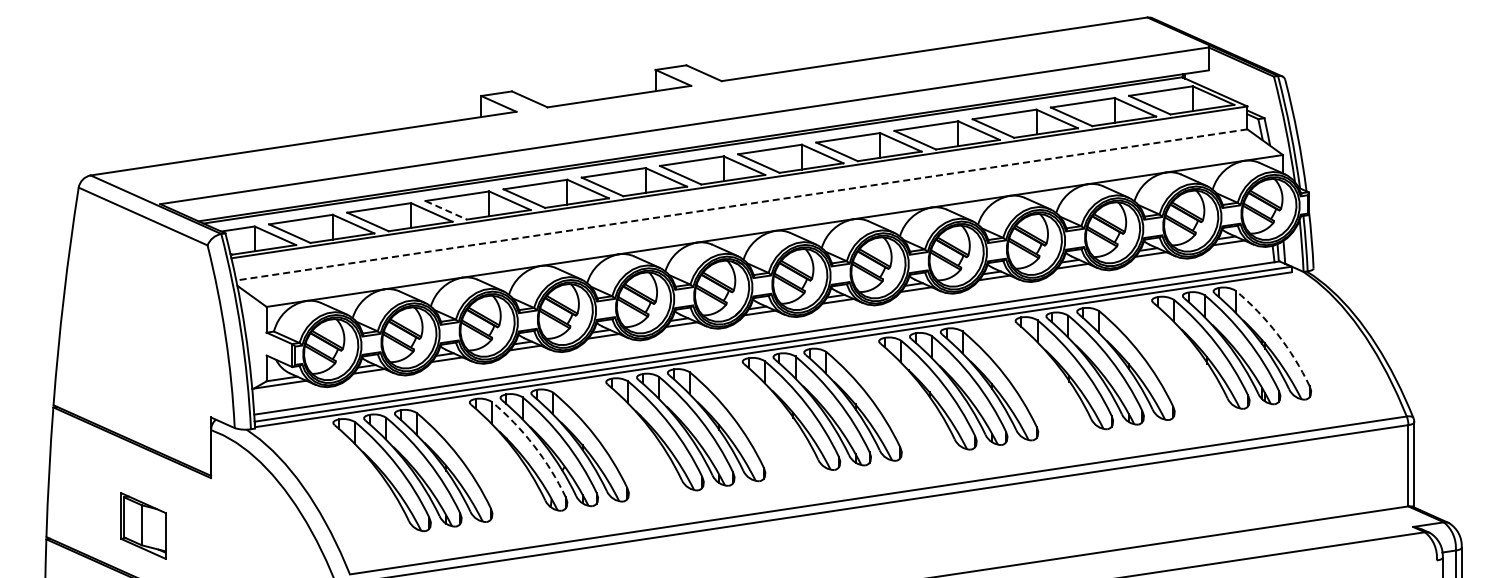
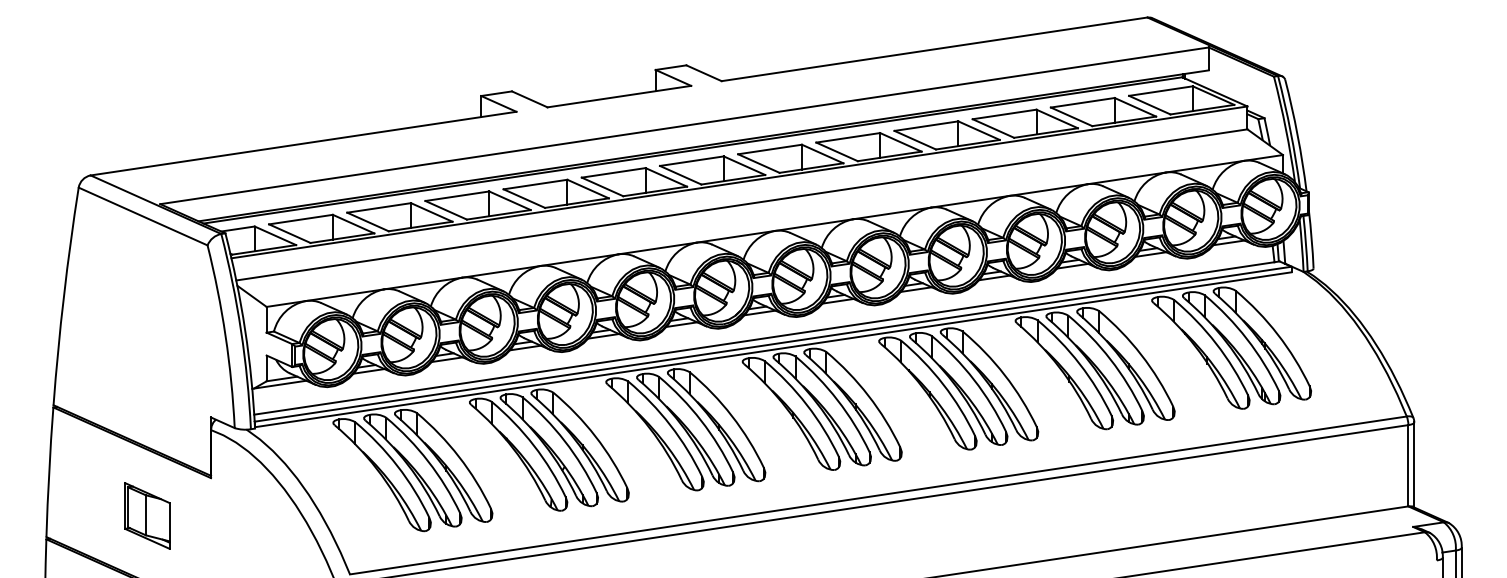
line at (741, 205): dashed -> solid
line at (446, 210): dashed -> solid
arc at (1277, 334): dashed -> solid
arc at (533, 445): dashed -> solid
part at (143, 525) position: (143, 525) -> (147, 515)
